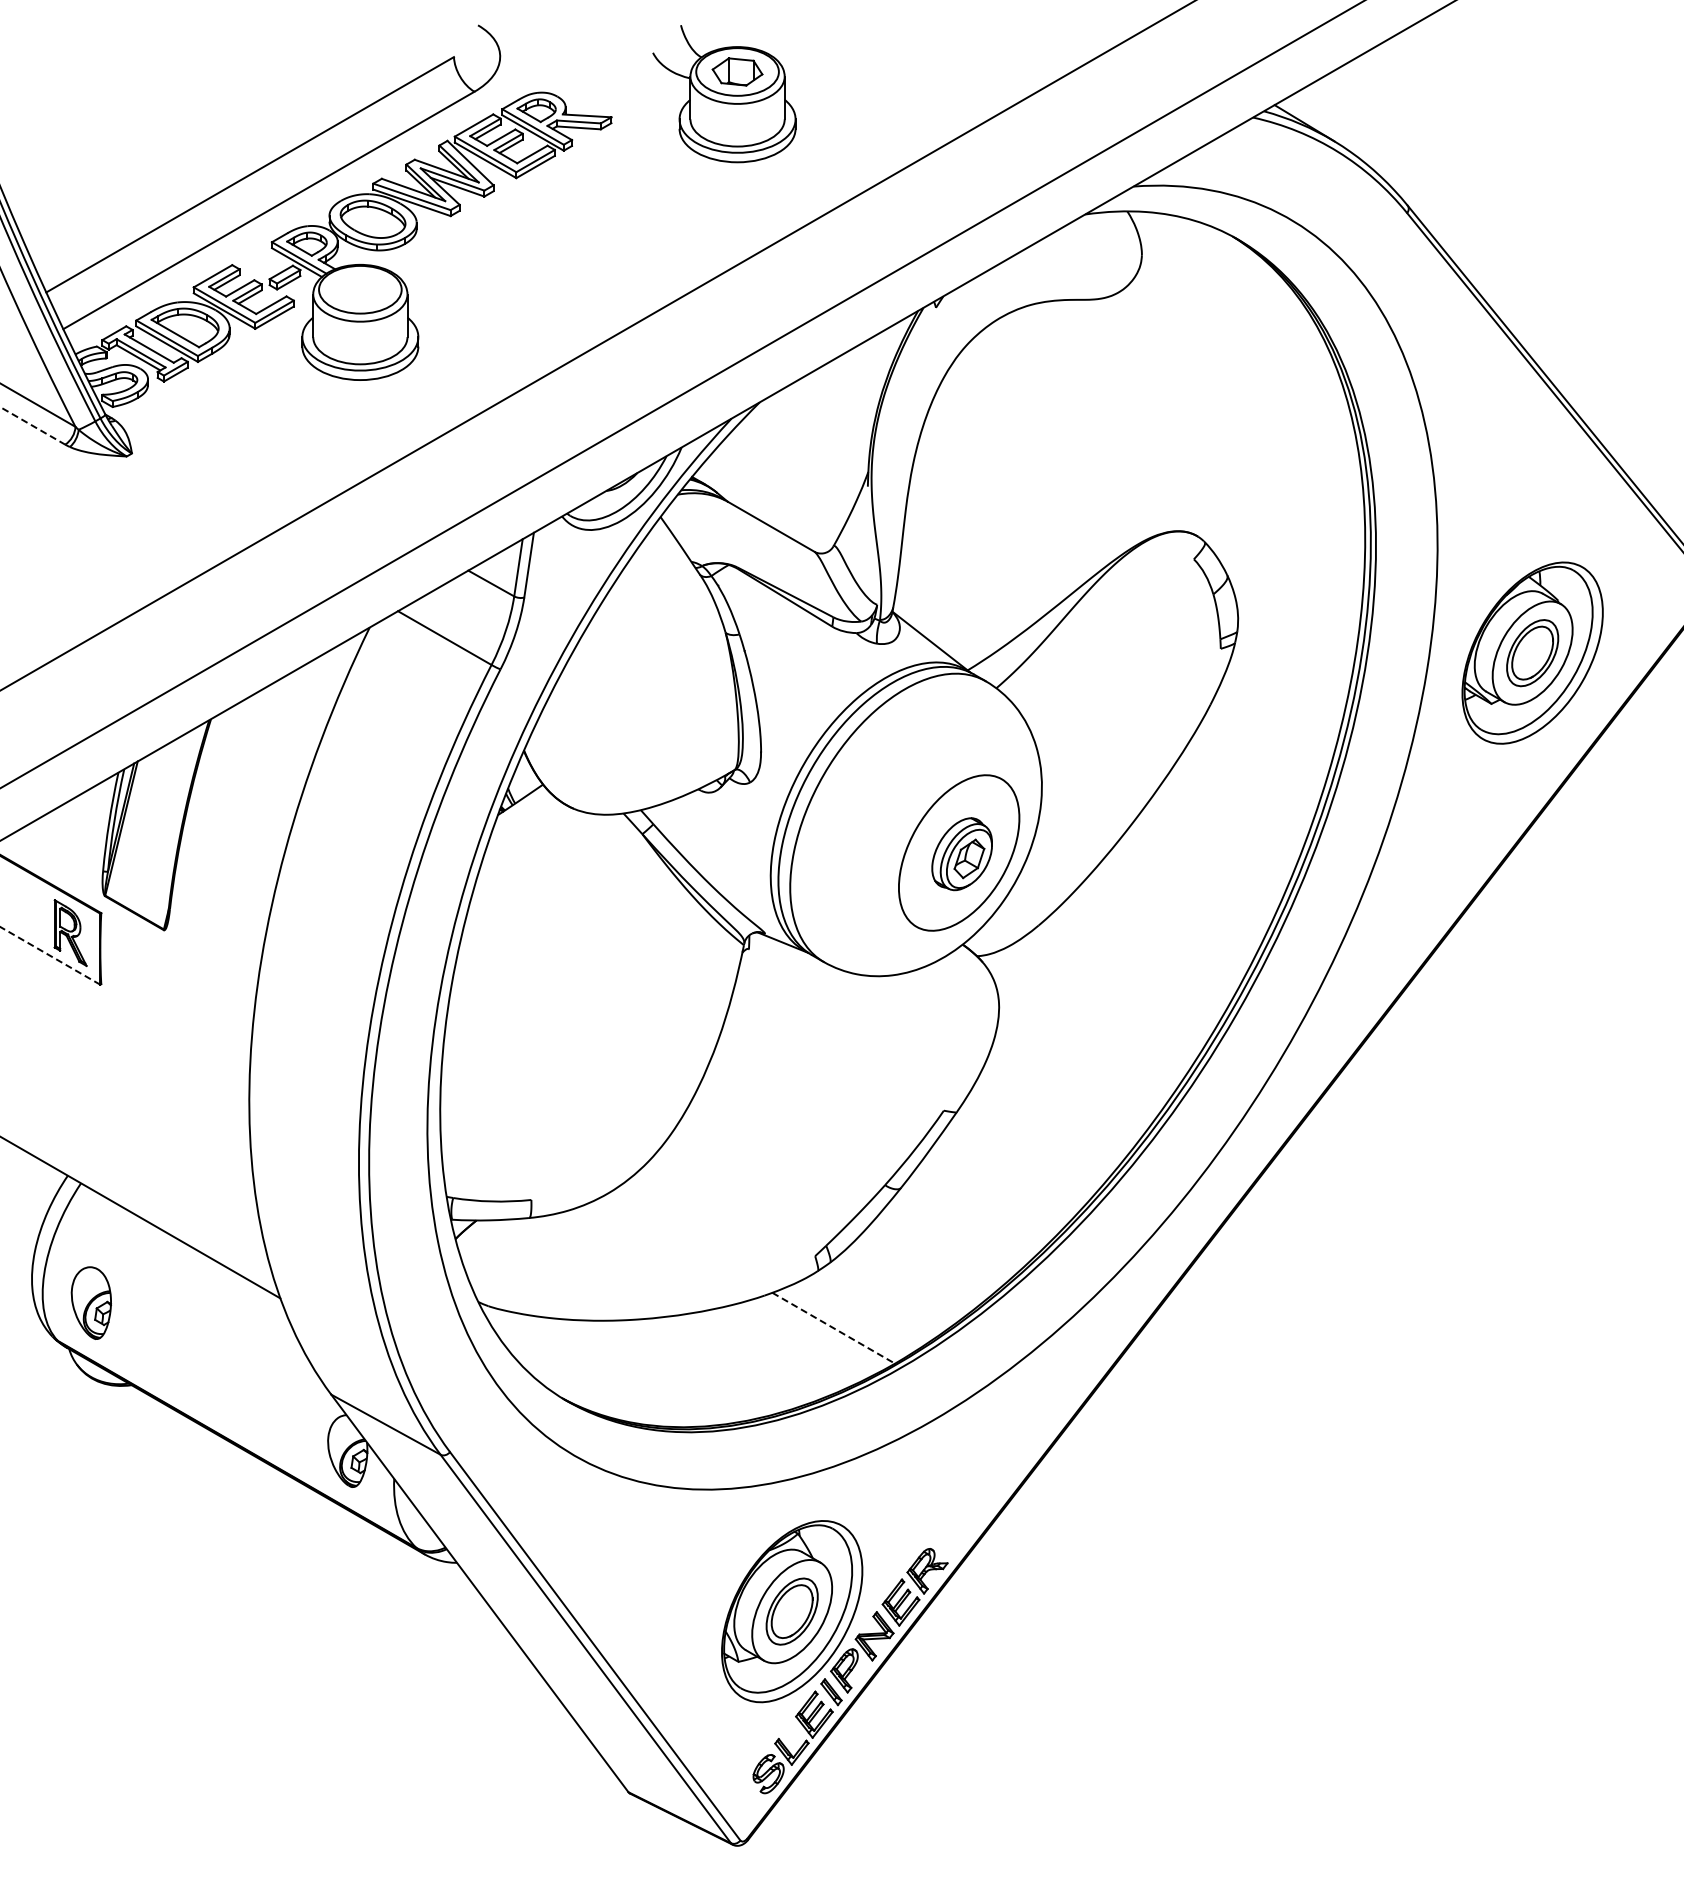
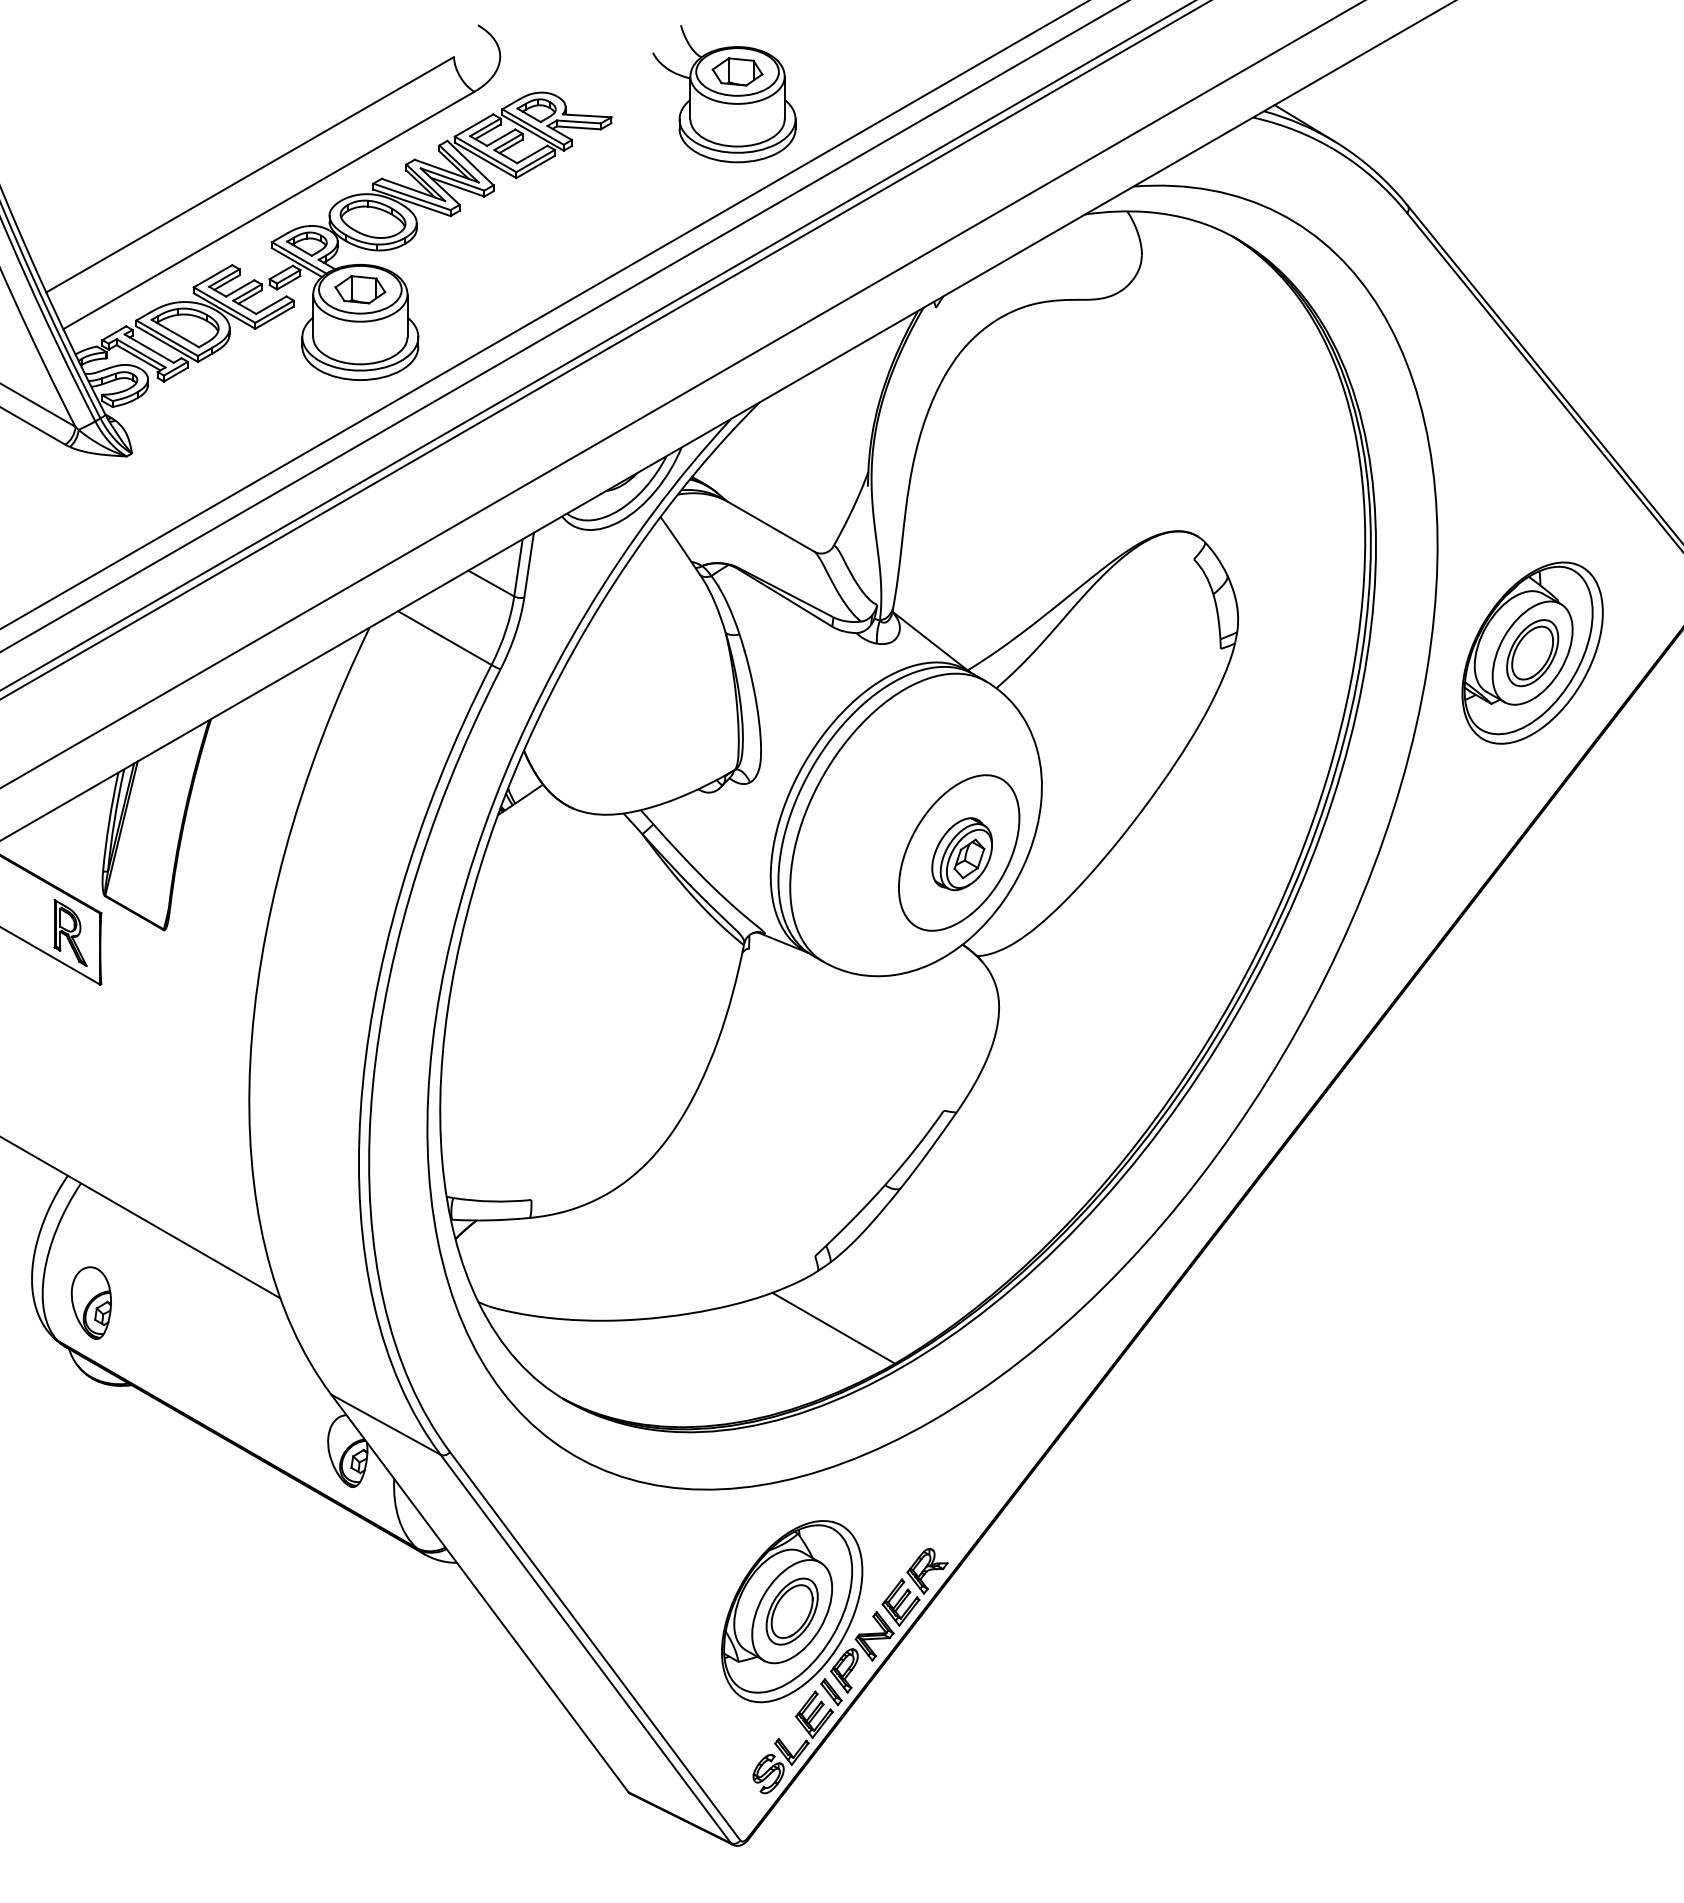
part at (360, 289): none -> present
line at (544, 315): none -> present
line at (564, 326): none -> present
line at (605, 350): none -> present
line at (33, 426): dashed -> solid
line at (50, 955): dashed -> solid
line at (833, 1328): dashed -> solid
